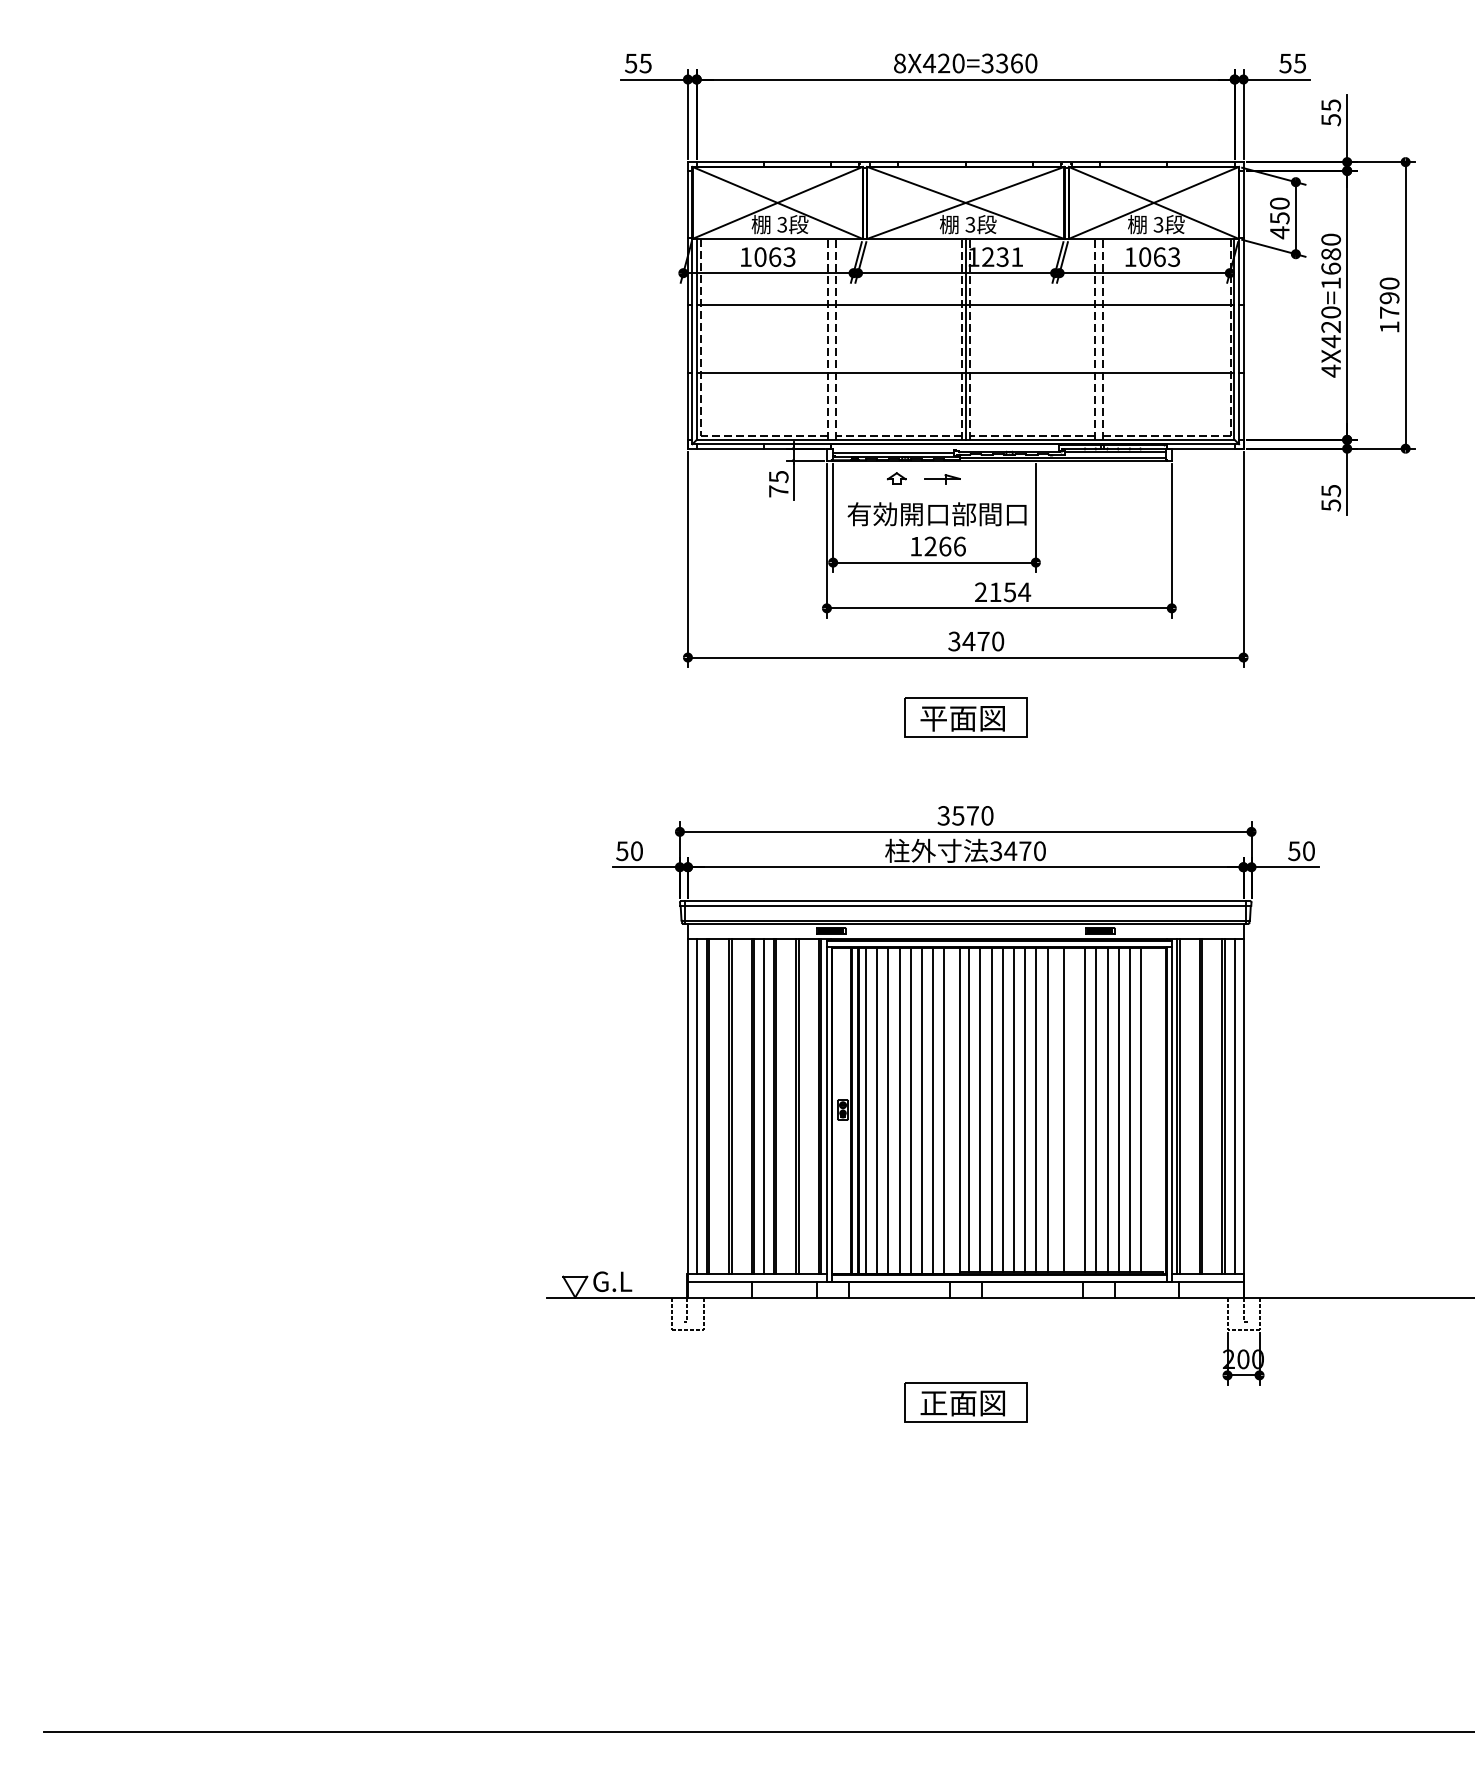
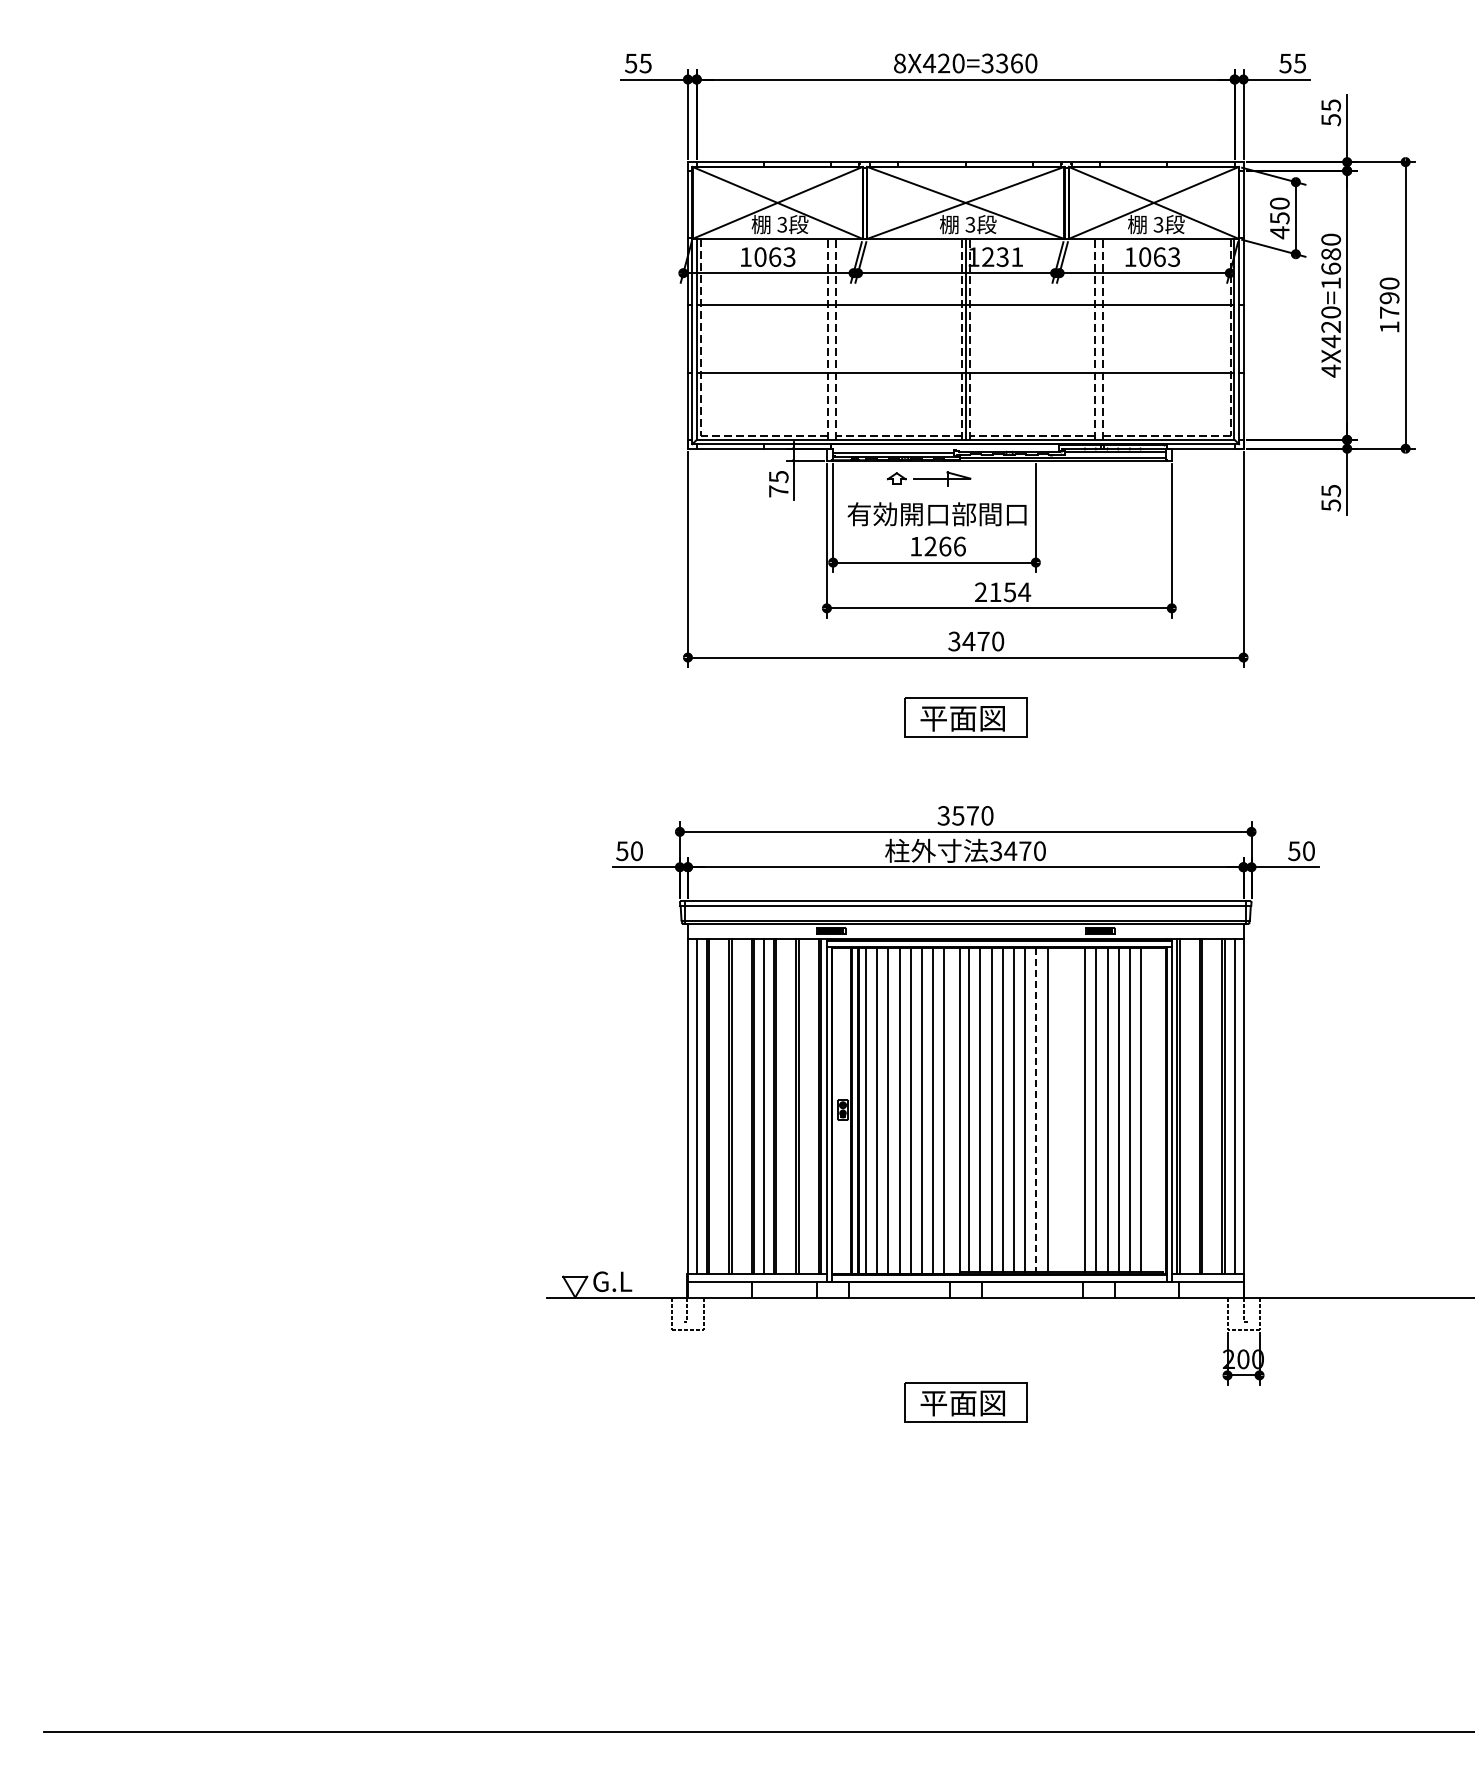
part at (942, 479) size: 37x11 px -> 59x16 px
line at (1036, 1110): solid -> dashed
line at (1063, 1110): present -> none
text at (933, 1403): 正面図 -> 平面図
